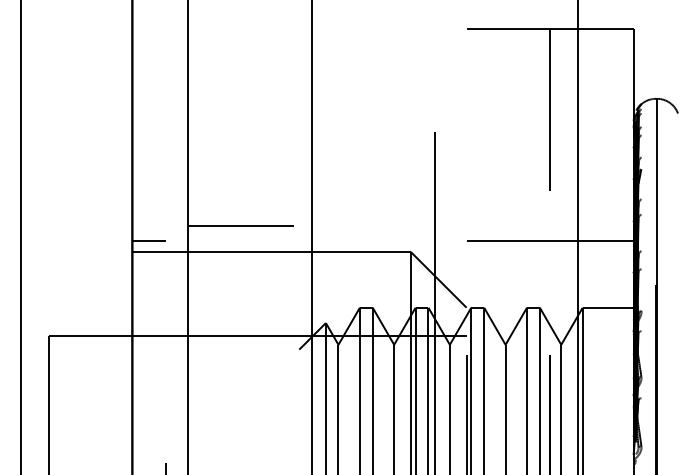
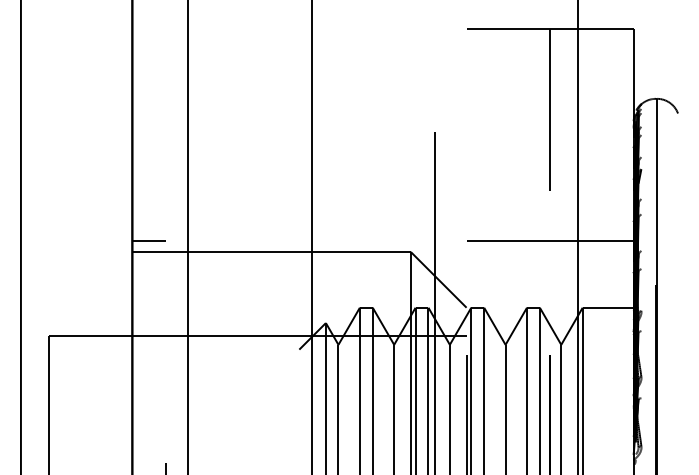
line at (240, 226): present -> none
